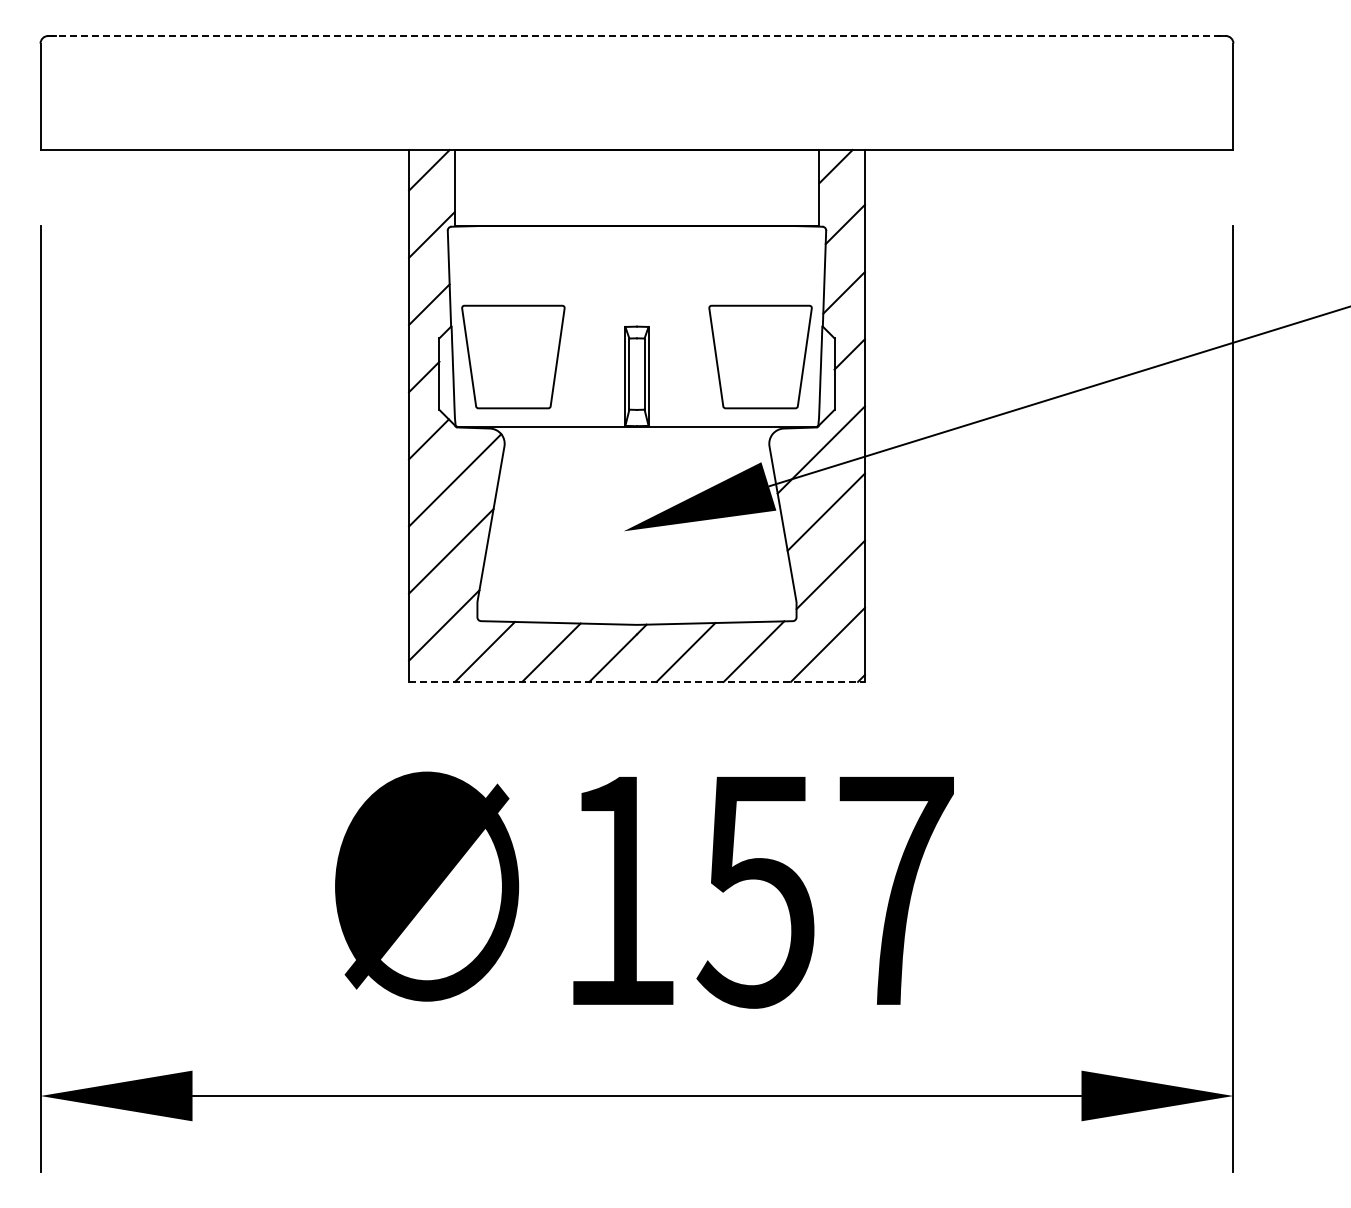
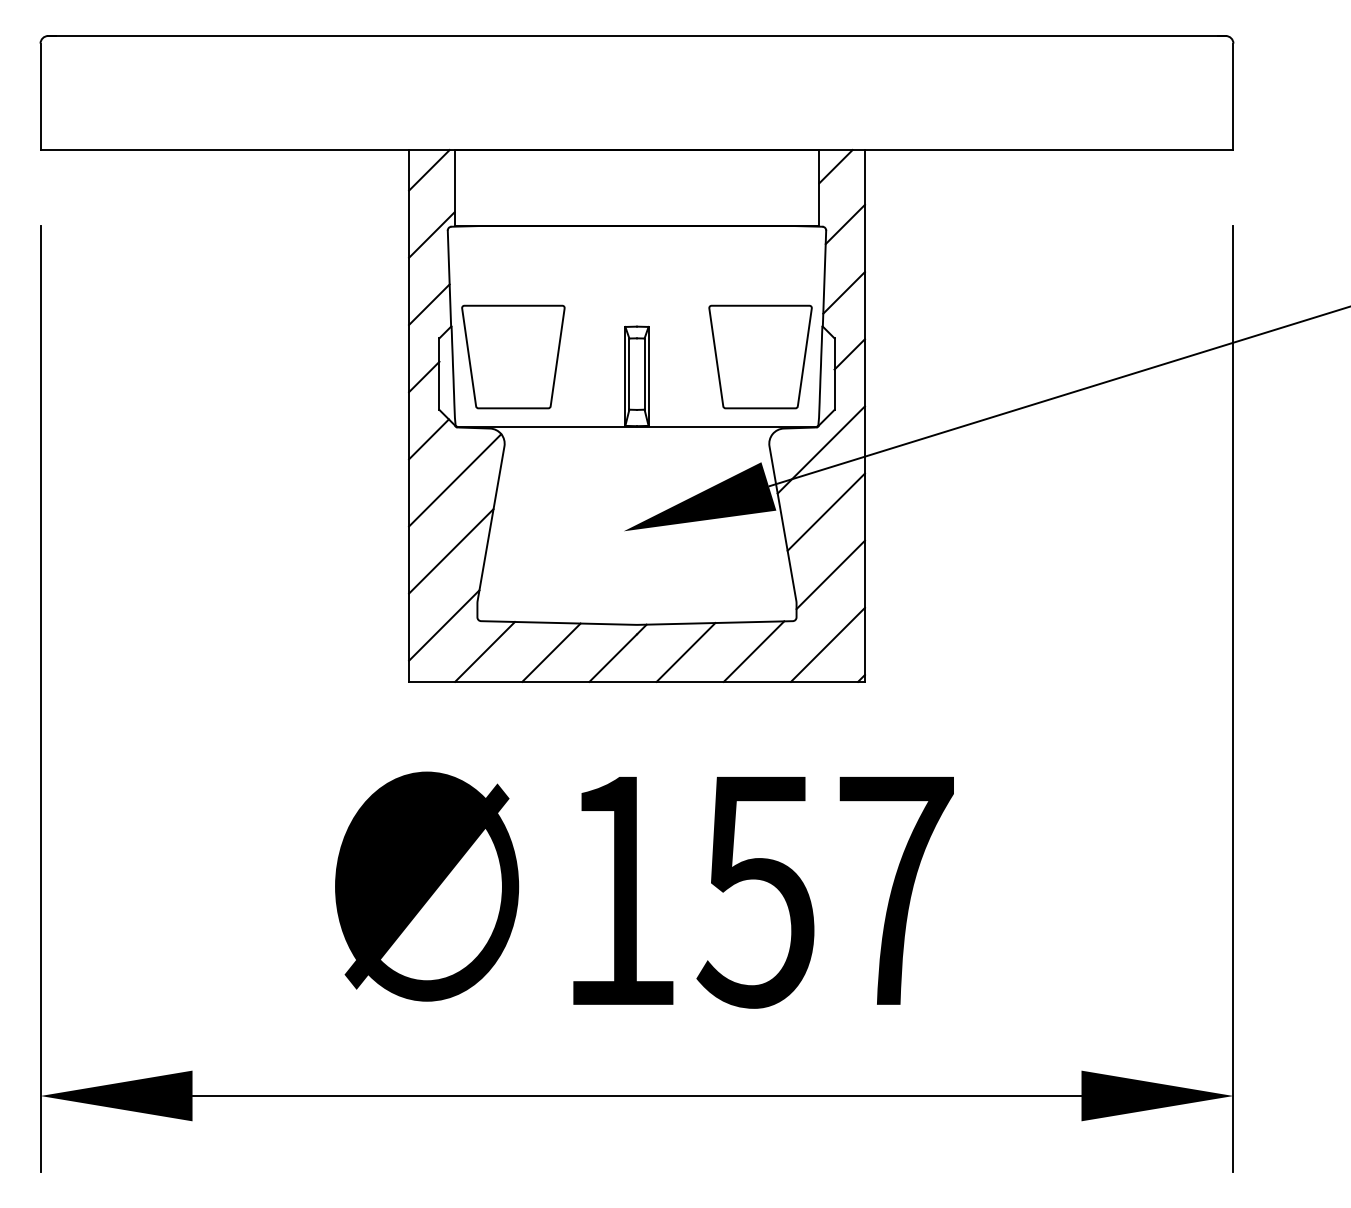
line at (636, 36): dashed -> solid
line at (636, 681): dashed -> solid
